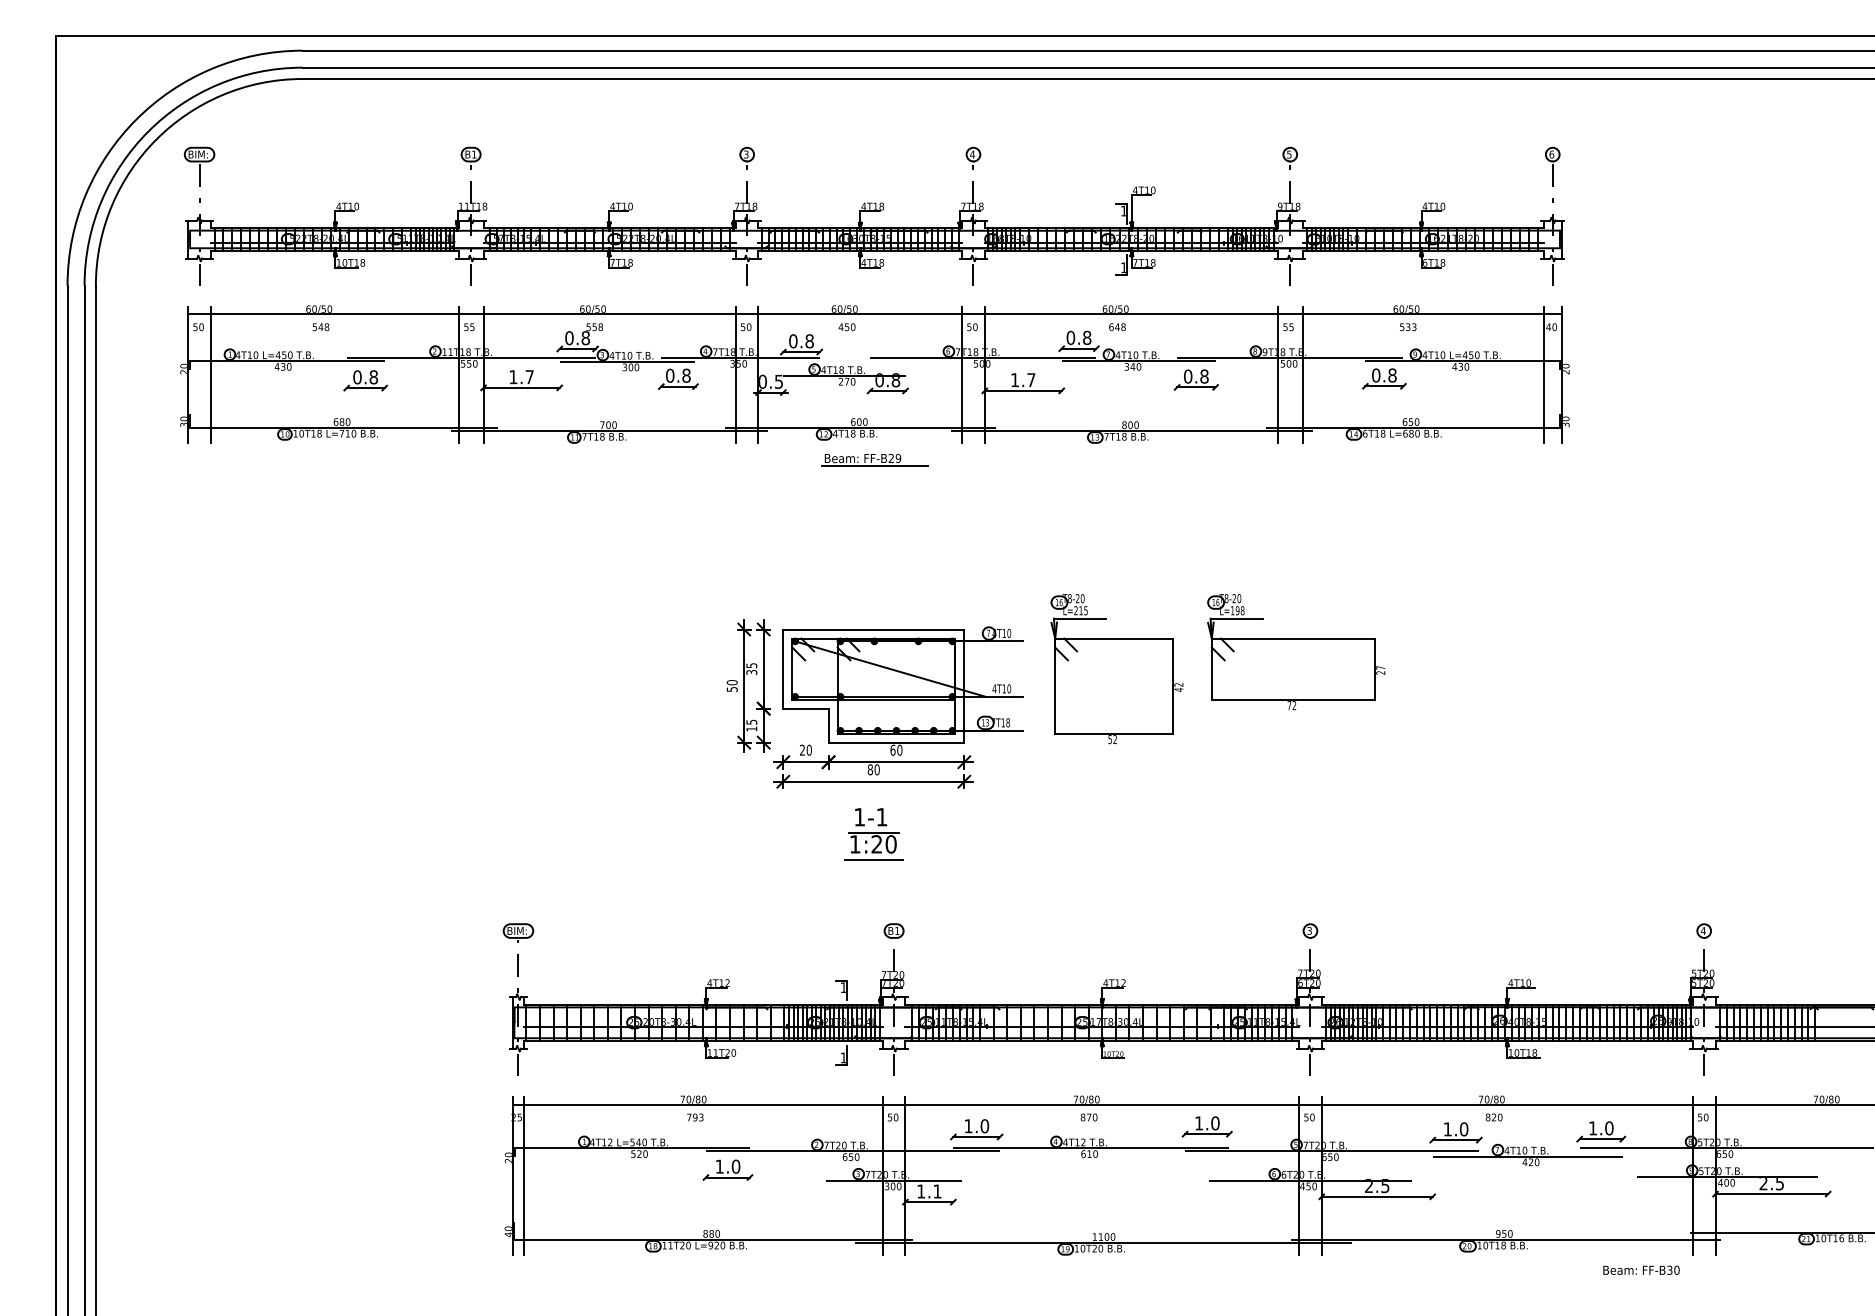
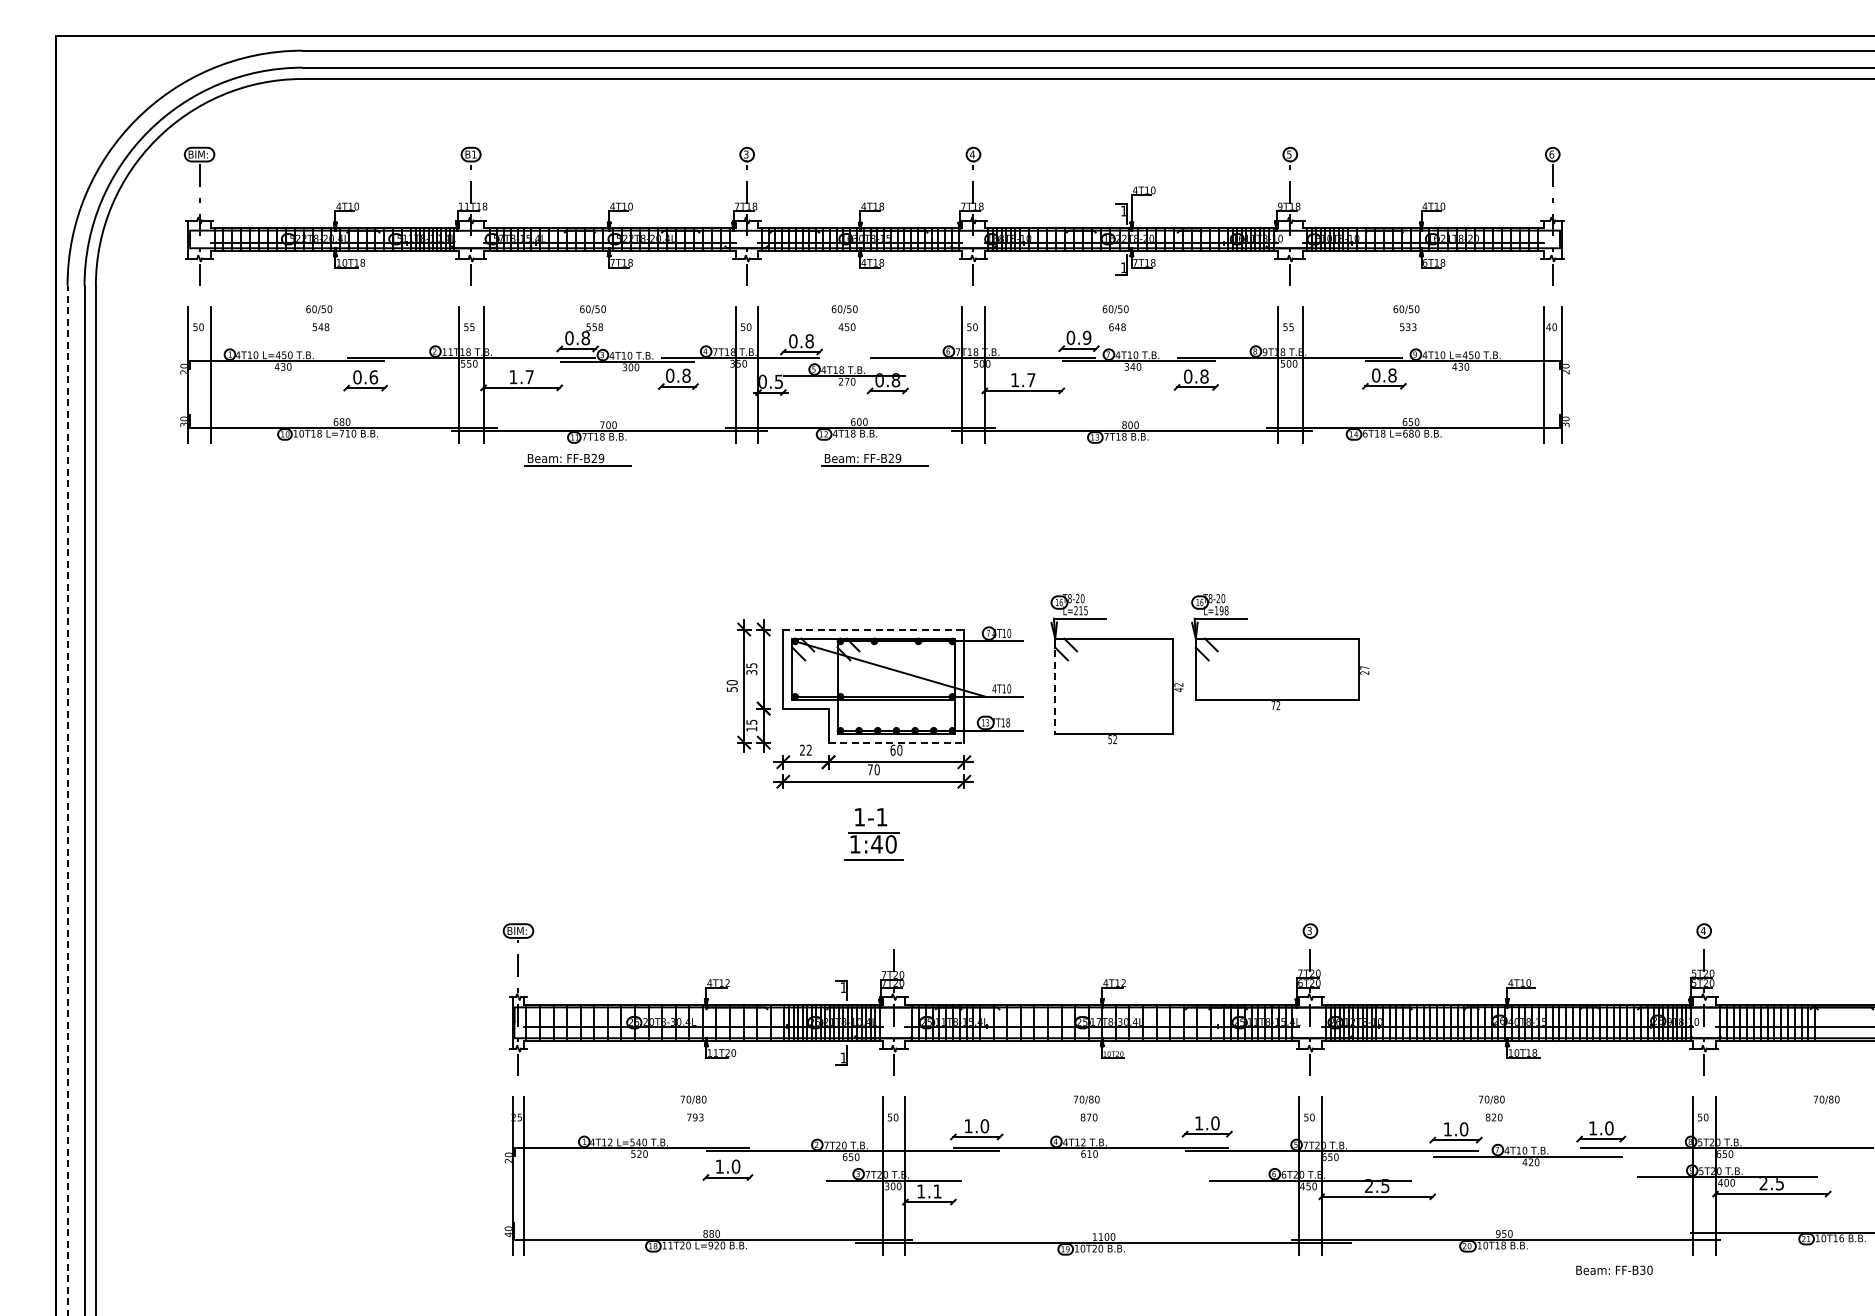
line at (874, 314): present -> none
text at (1086, 337): 0.8 -> 0.9
text at (373, 377): 0.8 -> 0.6
part at (577, 459): none -> present
line at (873, 629): solid -> dashed
part at (1296, 652) position: (1296, 652) -> (1280, 652)
line at (1055, 686): solid -> dashed
line at (896, 742): solid -> dashed
text at (808, 749): 20 -> 22
text at (869, 769): 80 -> 70
line at (67, 800): solid -> dashed
text at (876, 844): 1:20 -> 1:40
part at (893, 930): present -> none
line at (1191, 1104): present -> none
text at (1641, 1269) position: (1641, 1269) -> (1614, 1269)
